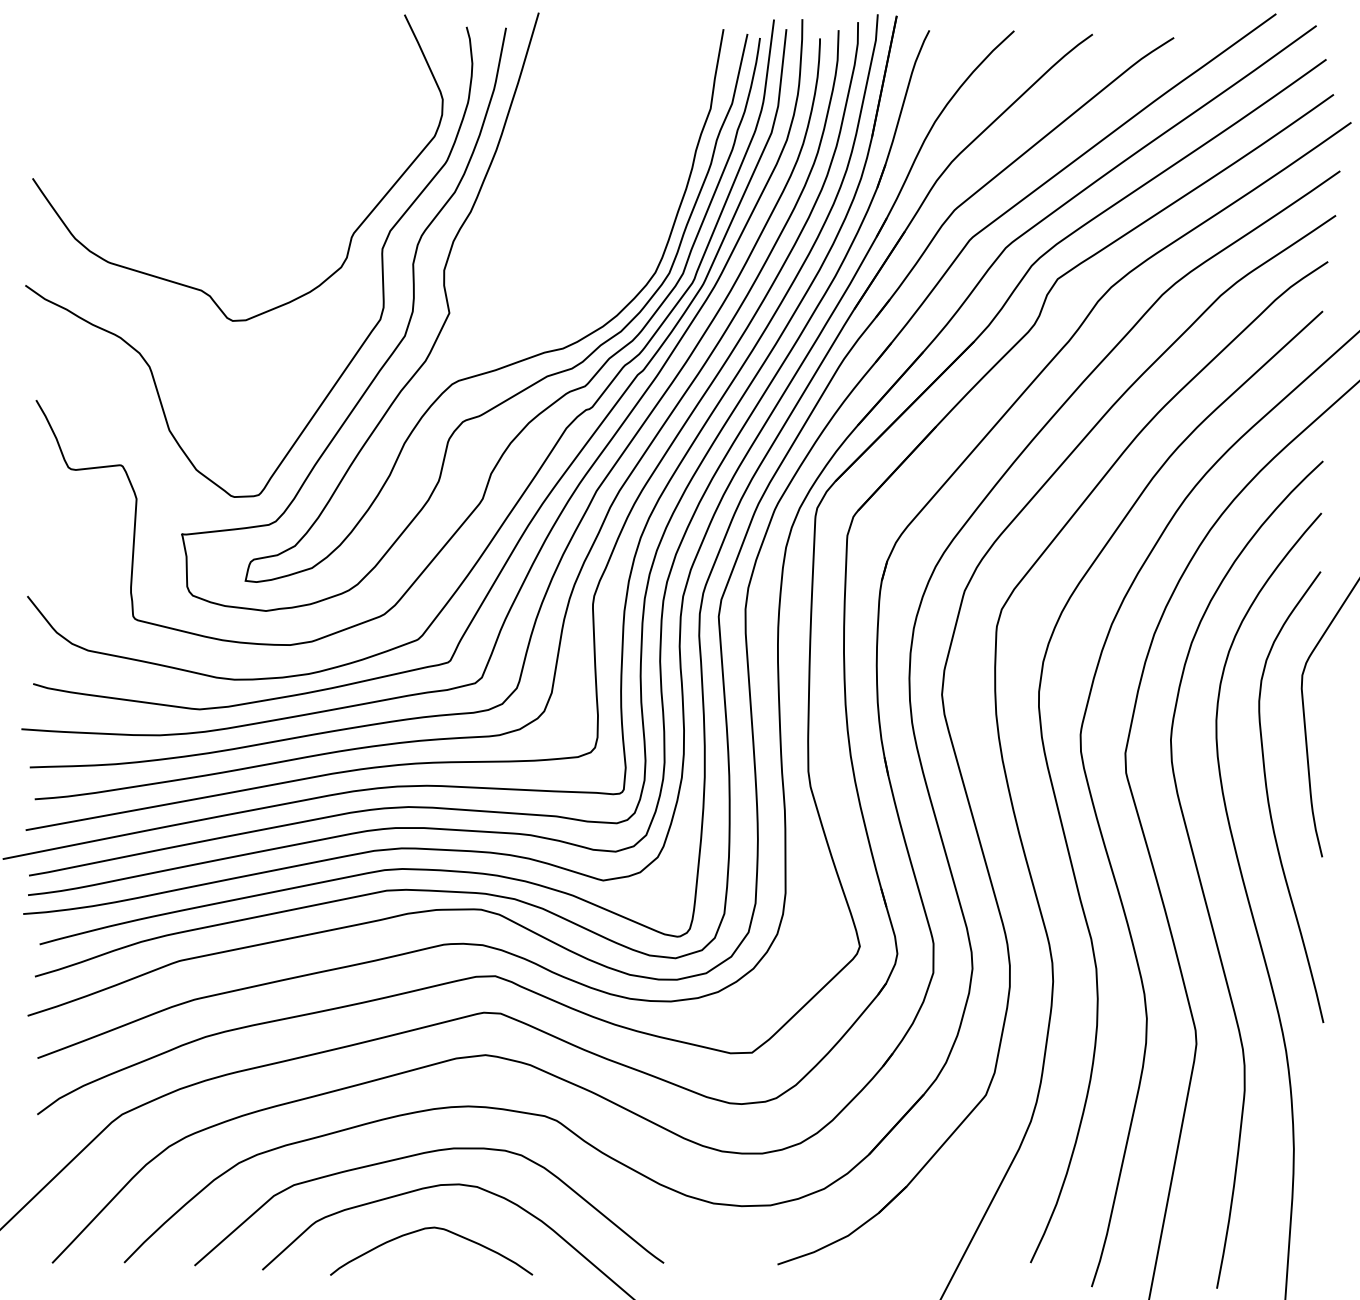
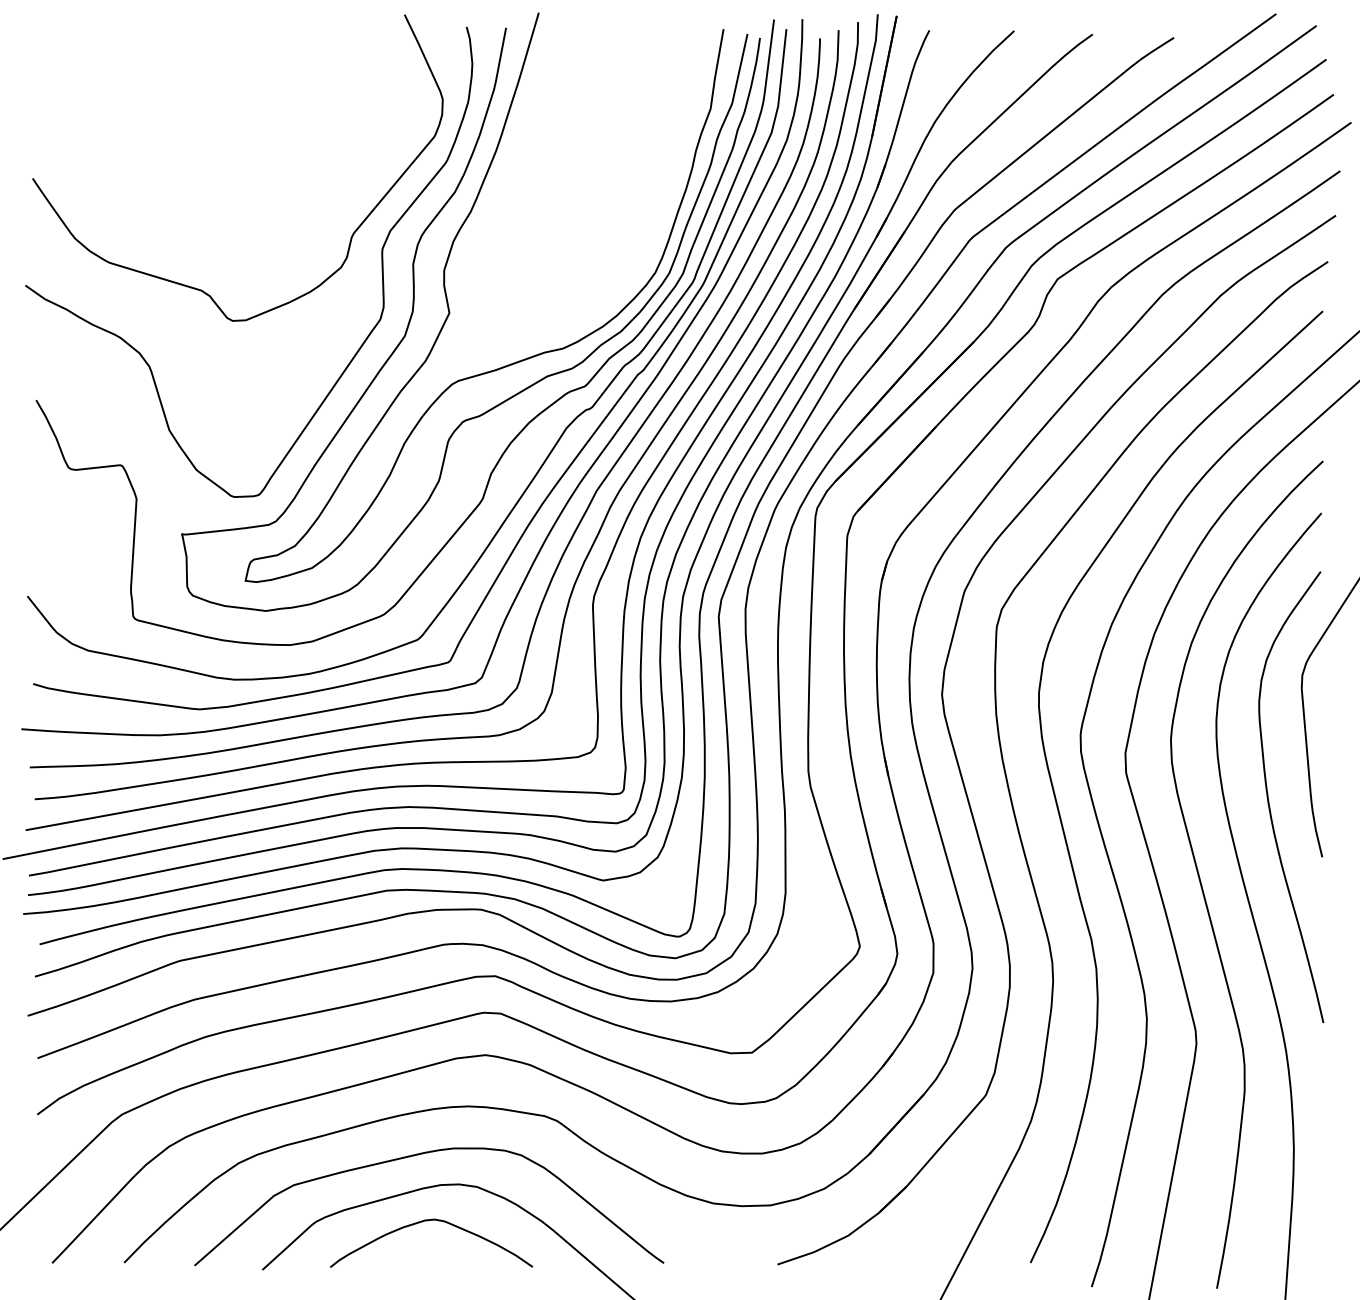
curve at (428, 1229) position: (428, 1229) -> (428, 1221)
